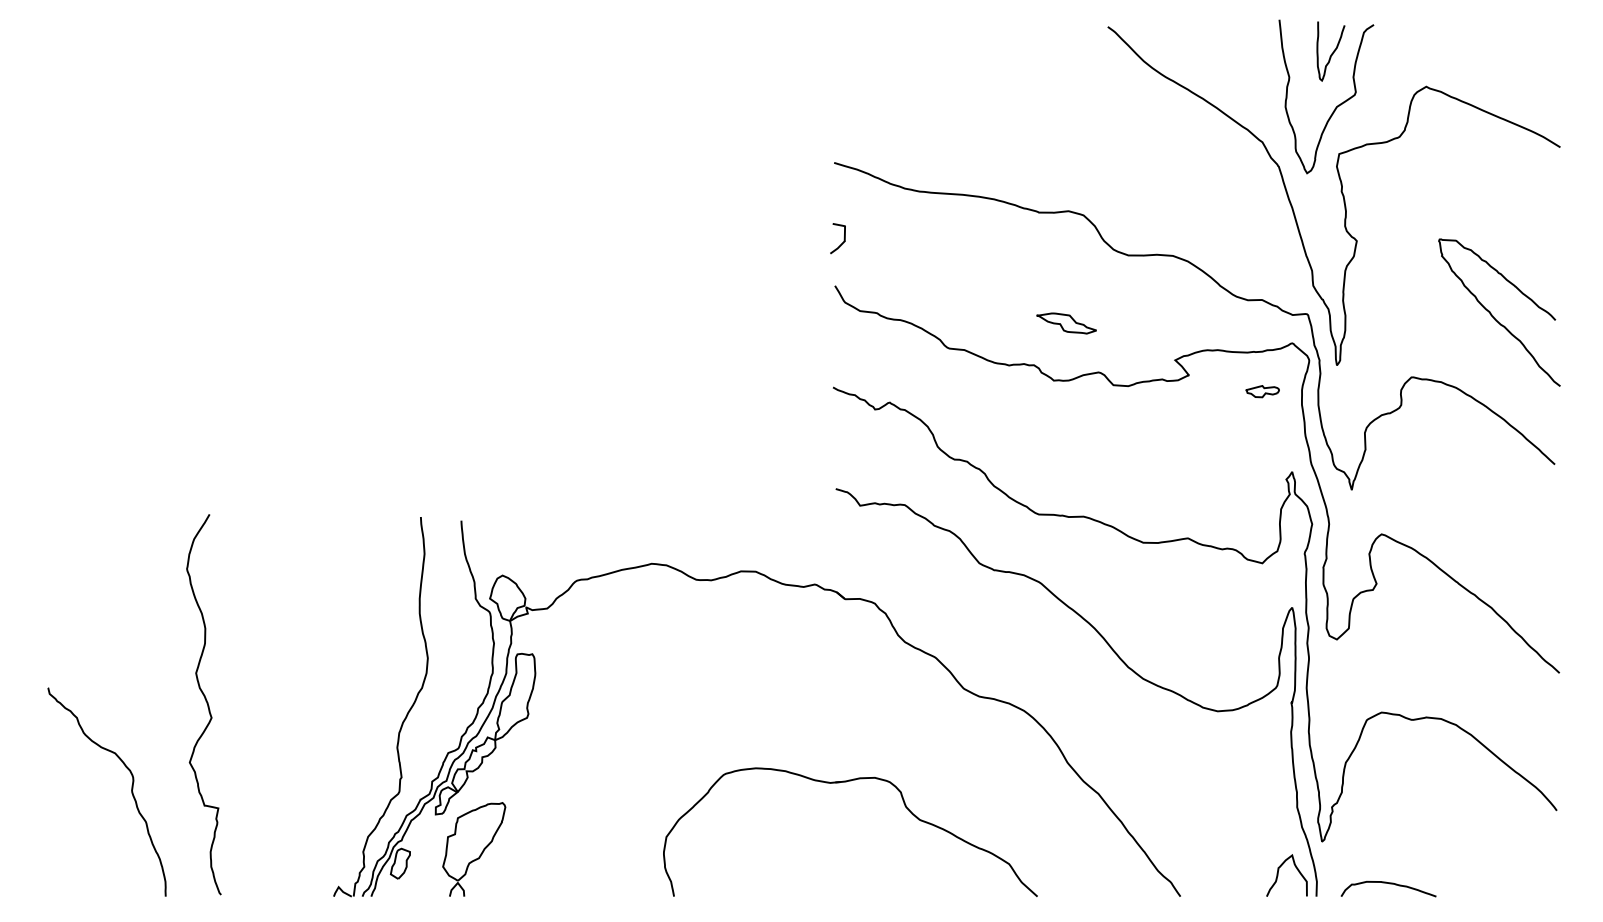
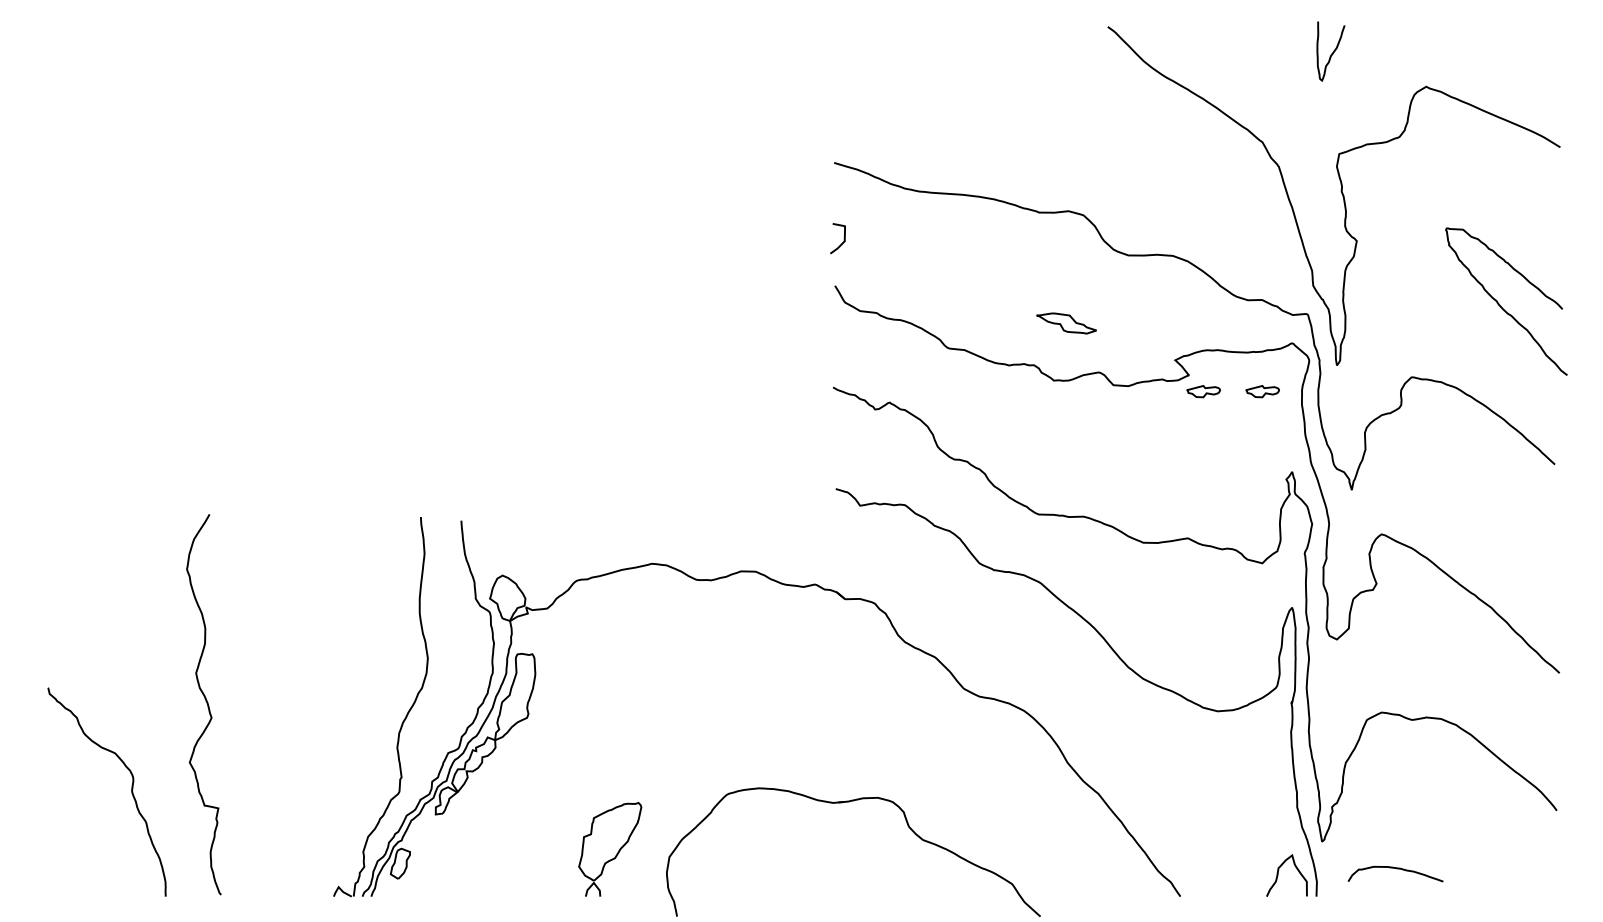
curve at (1336, 106): present -> none
curve at (1494, 317) position: (1494, 317) -> (1501, 306)
part at (1203, 391): none -> present
part at (846, 782) position: (846, 782) -> (849, 802)
part at (474, 849) position: (474, 849) -> (610, 849)
curve at (1389, 884) position: (1389, 884) -> (1396, 869)
